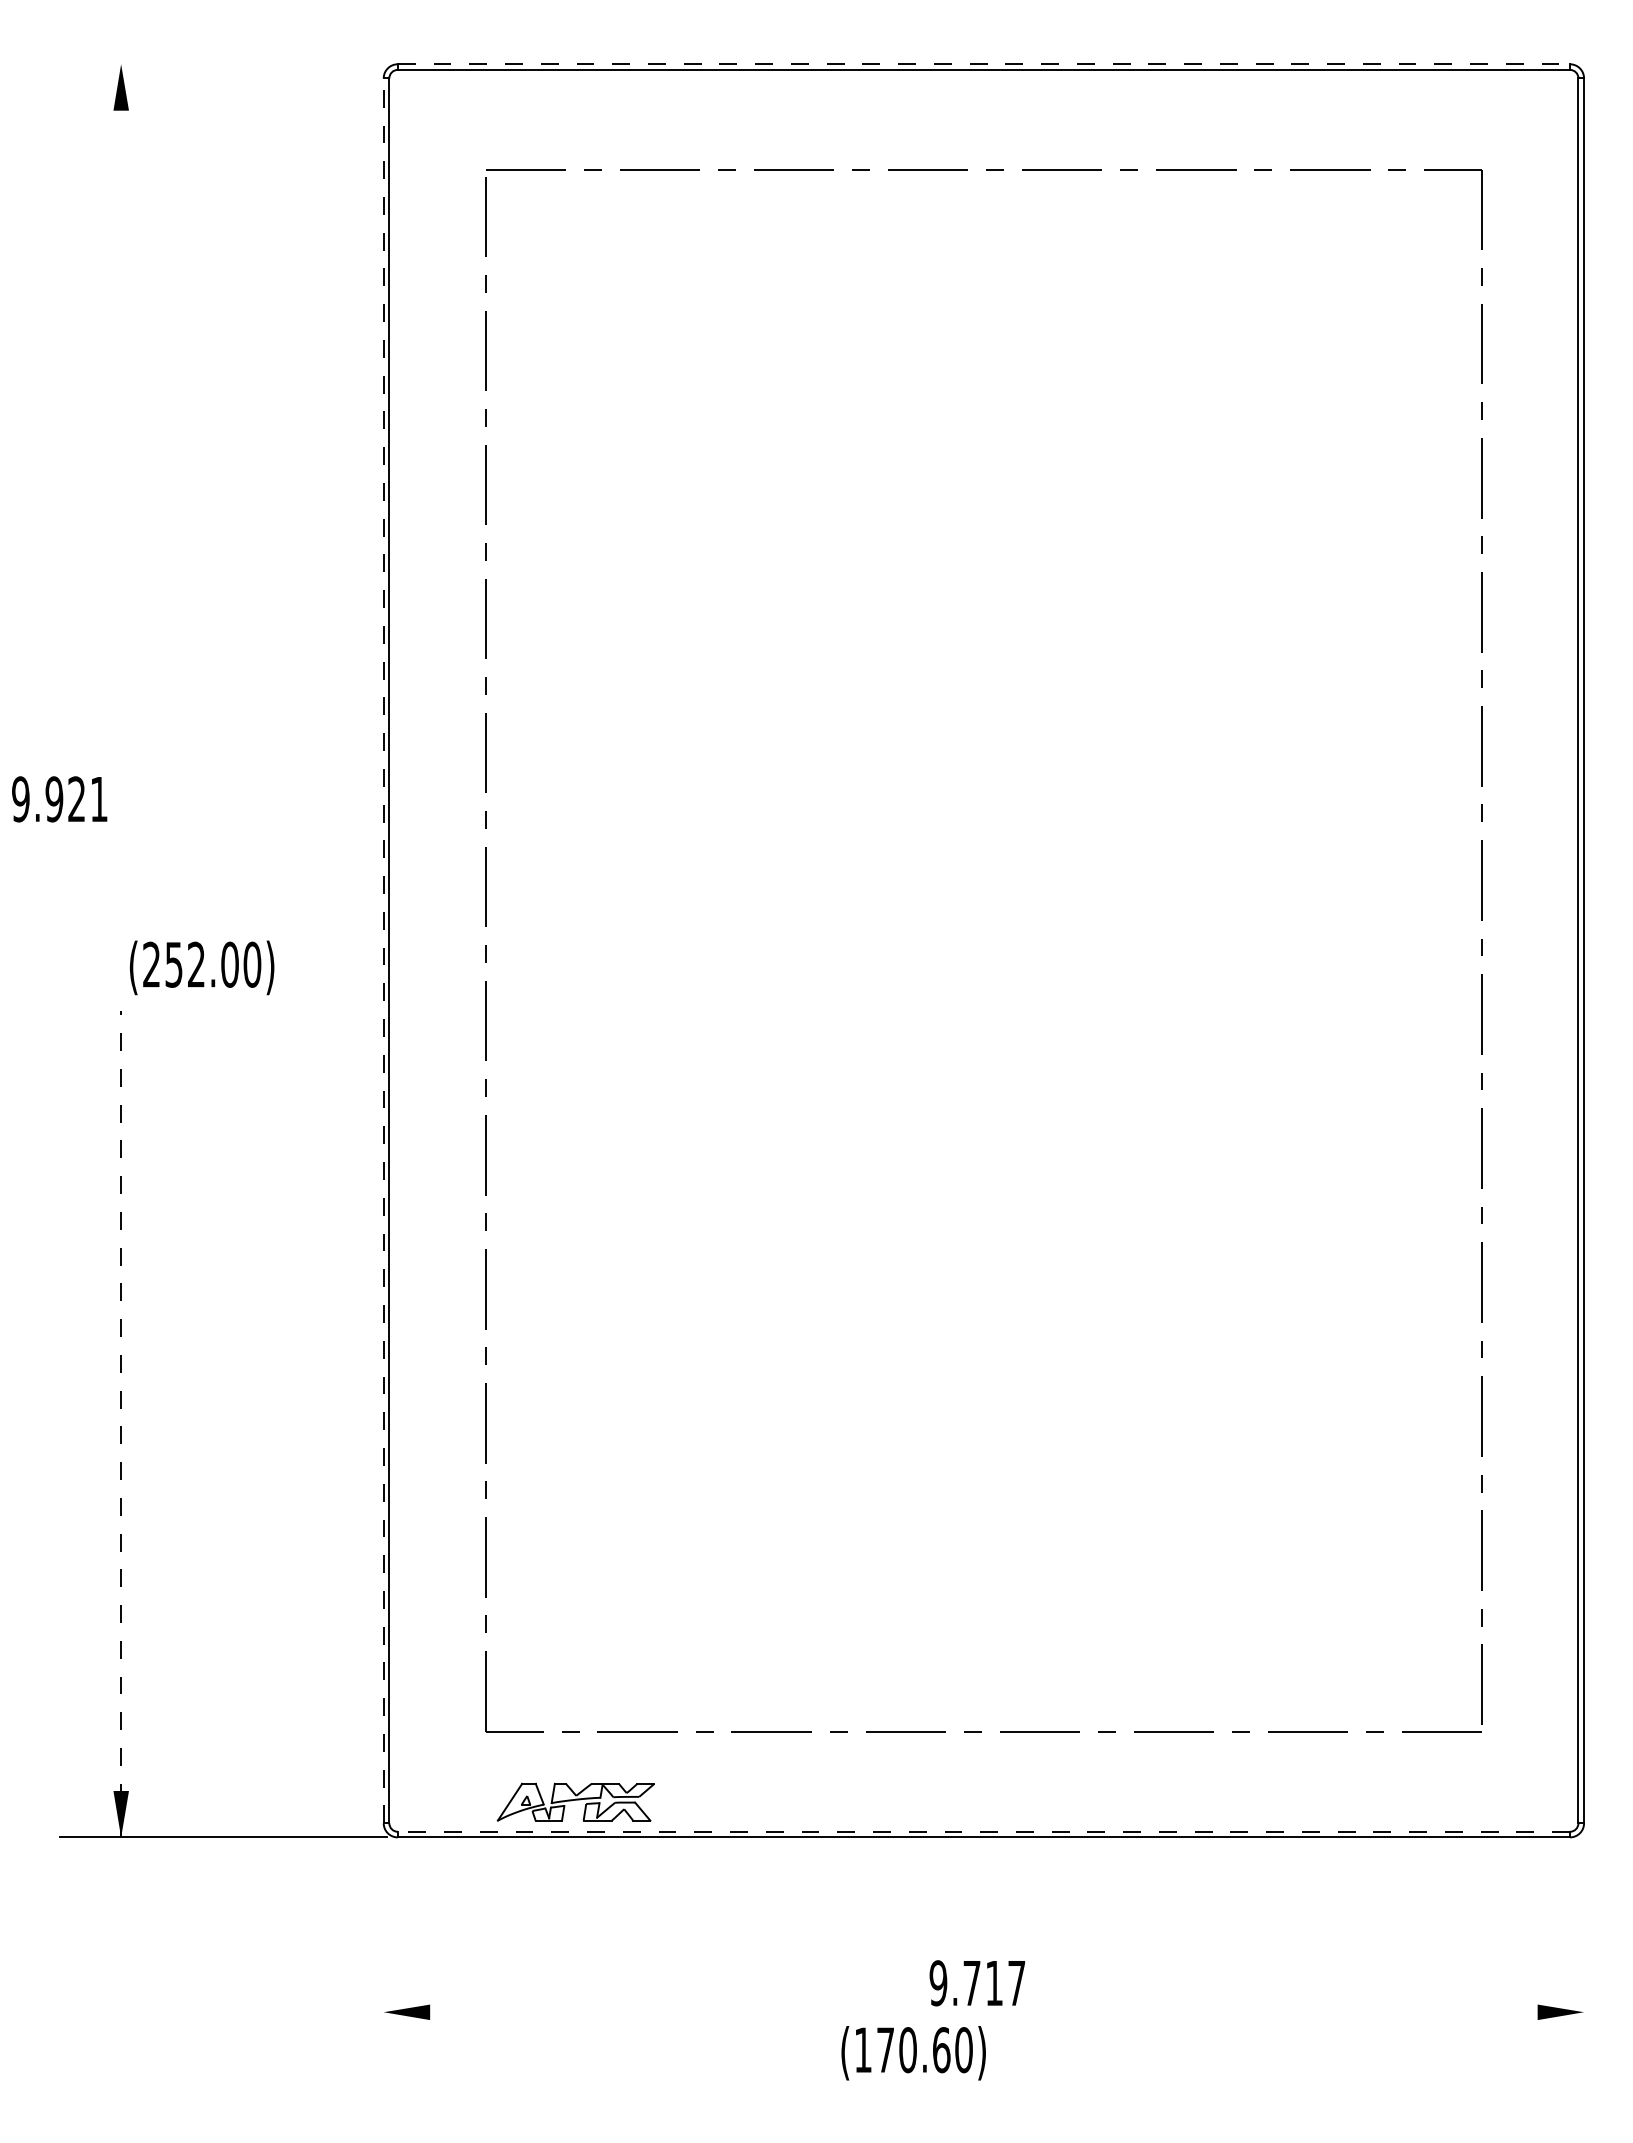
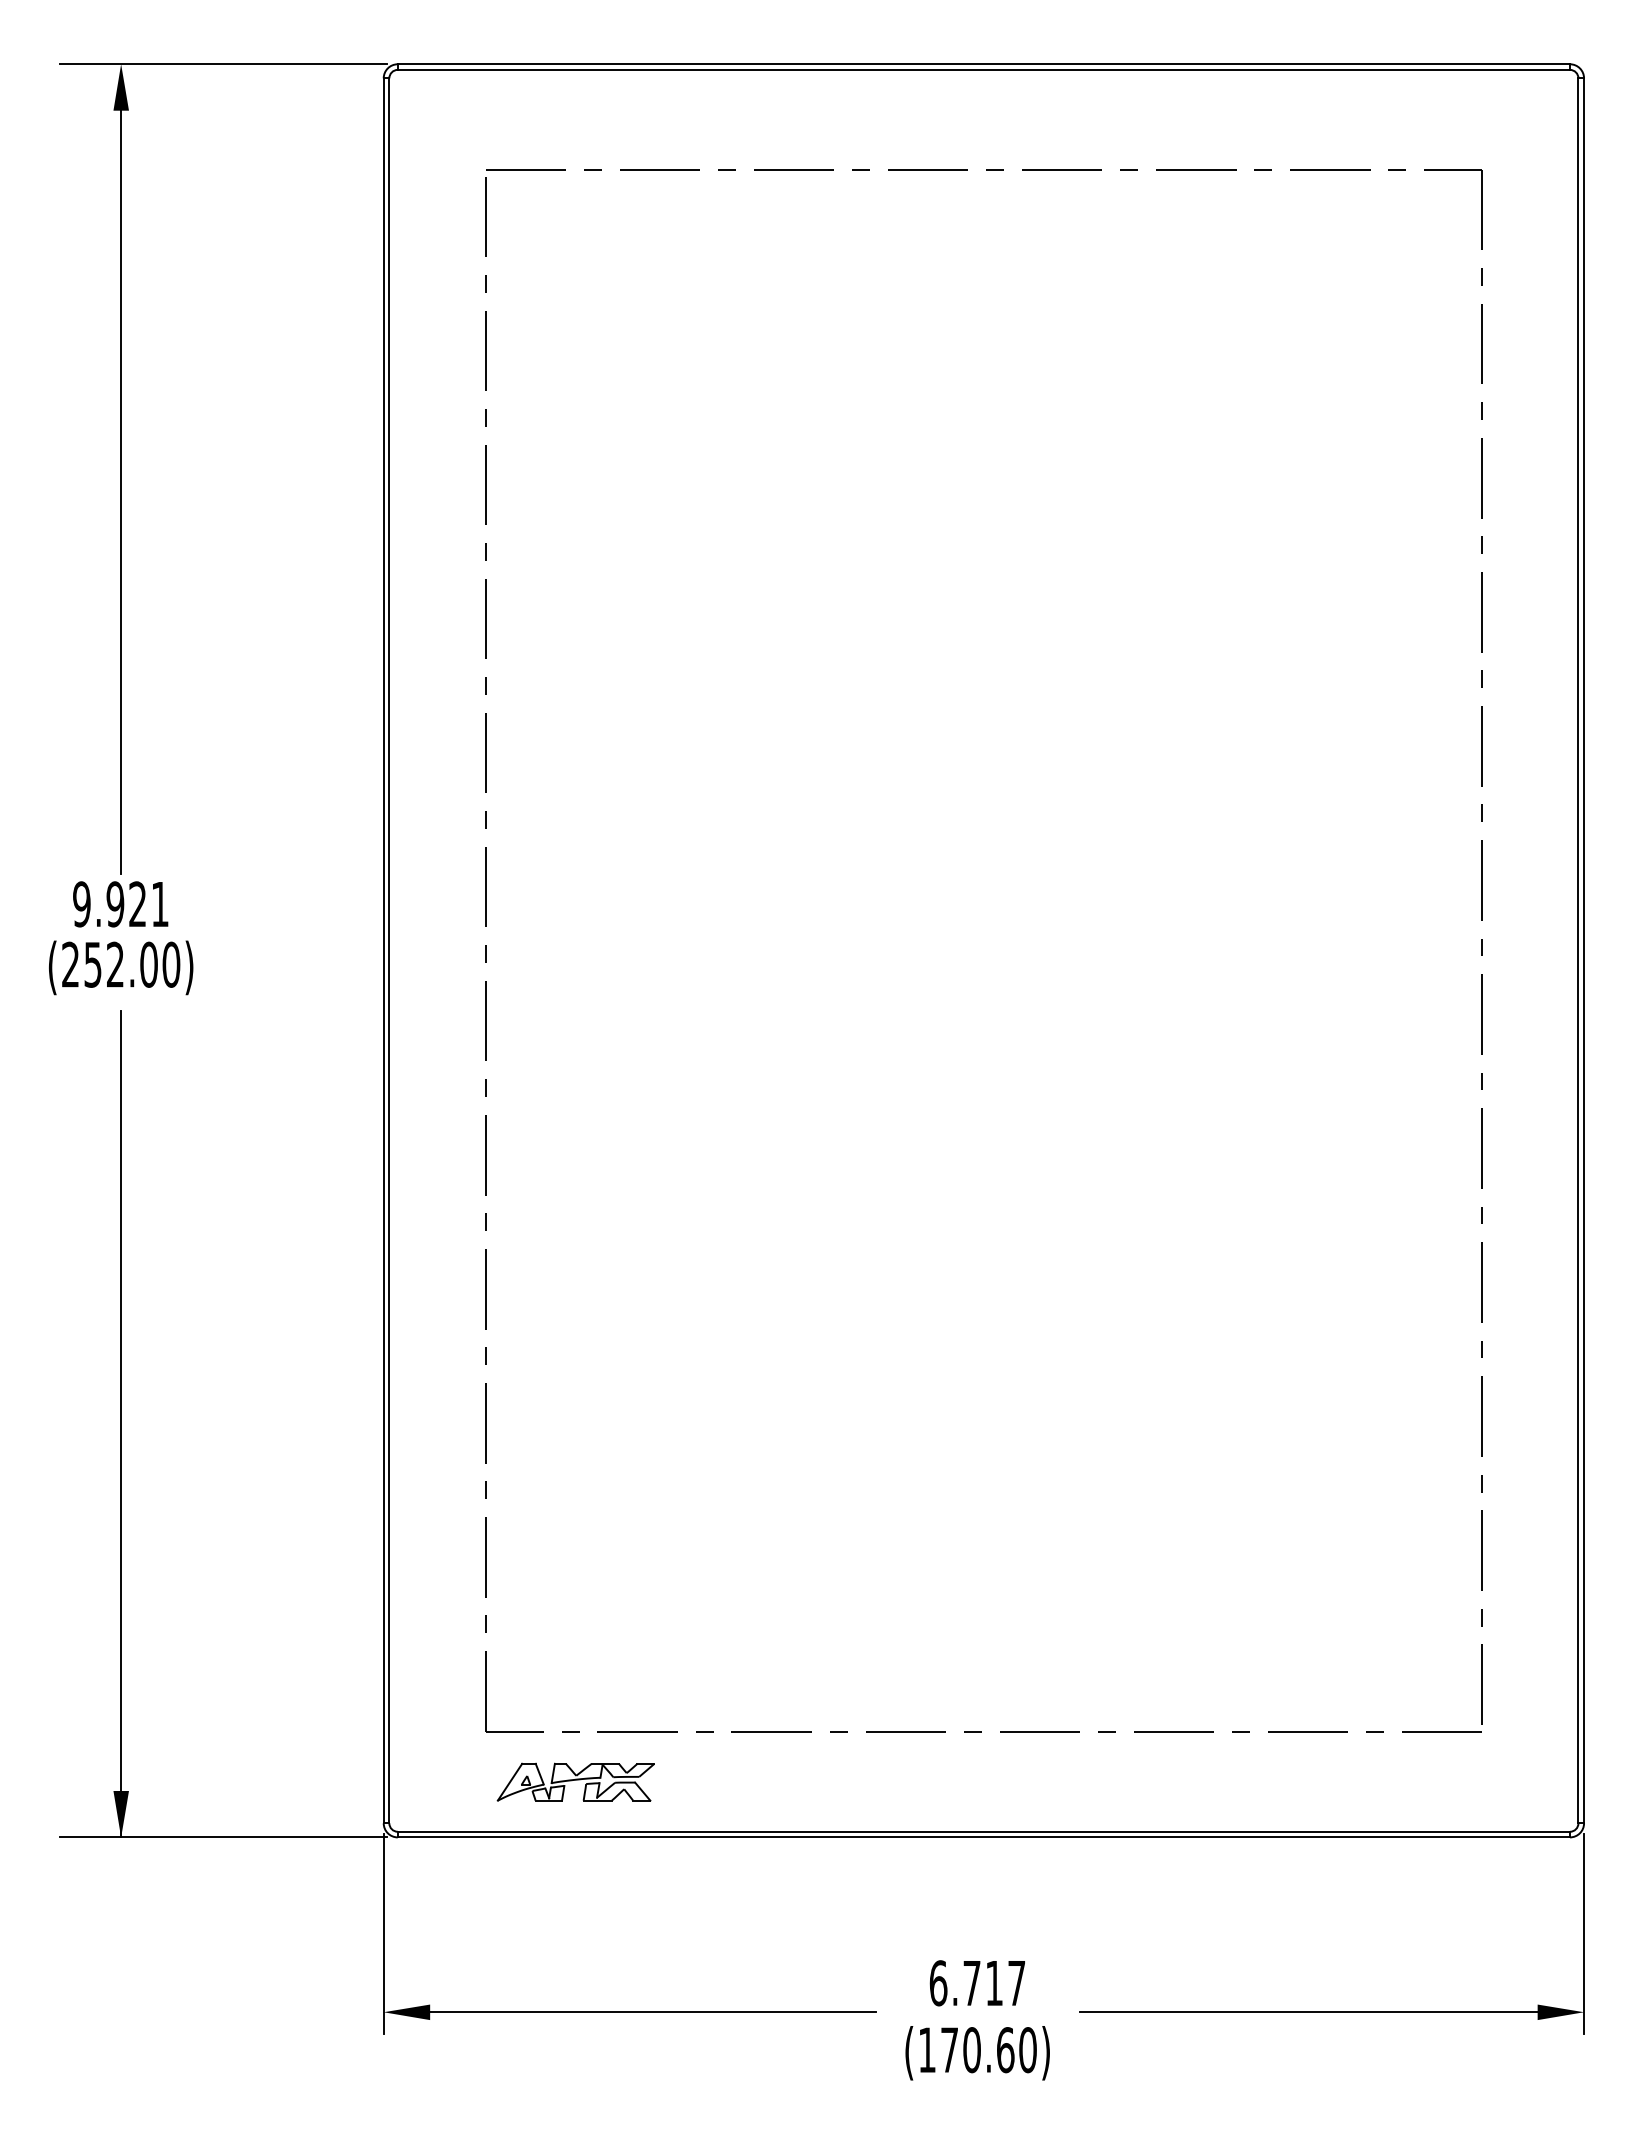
line at (223, 64): none -> present
line at (984, 64): dashed -> solid
line at (121, 480): none -> present
text at (59, 799) position: (59, 799) -> (120, 904)
line at (383, 950): dashed -> solid
text at (202, 967) position: (202, 967) -> (121, 967)
line at (121, 1423): dashed -> solid
part at (575, 1801) position: (575, 1801) -> (575, 1781)
line at (983, 1831): dashed -> solid
line at (383, 1934): none -> present
line at (1584, 1934): none -> present
text at (938, 1983): 9.717 -> 6.717
line at (640, 2012): none -> present
line at (1319, 2012): none -> present
text at (913, 2053) position: (913, 2053) -> (977, 2053)
